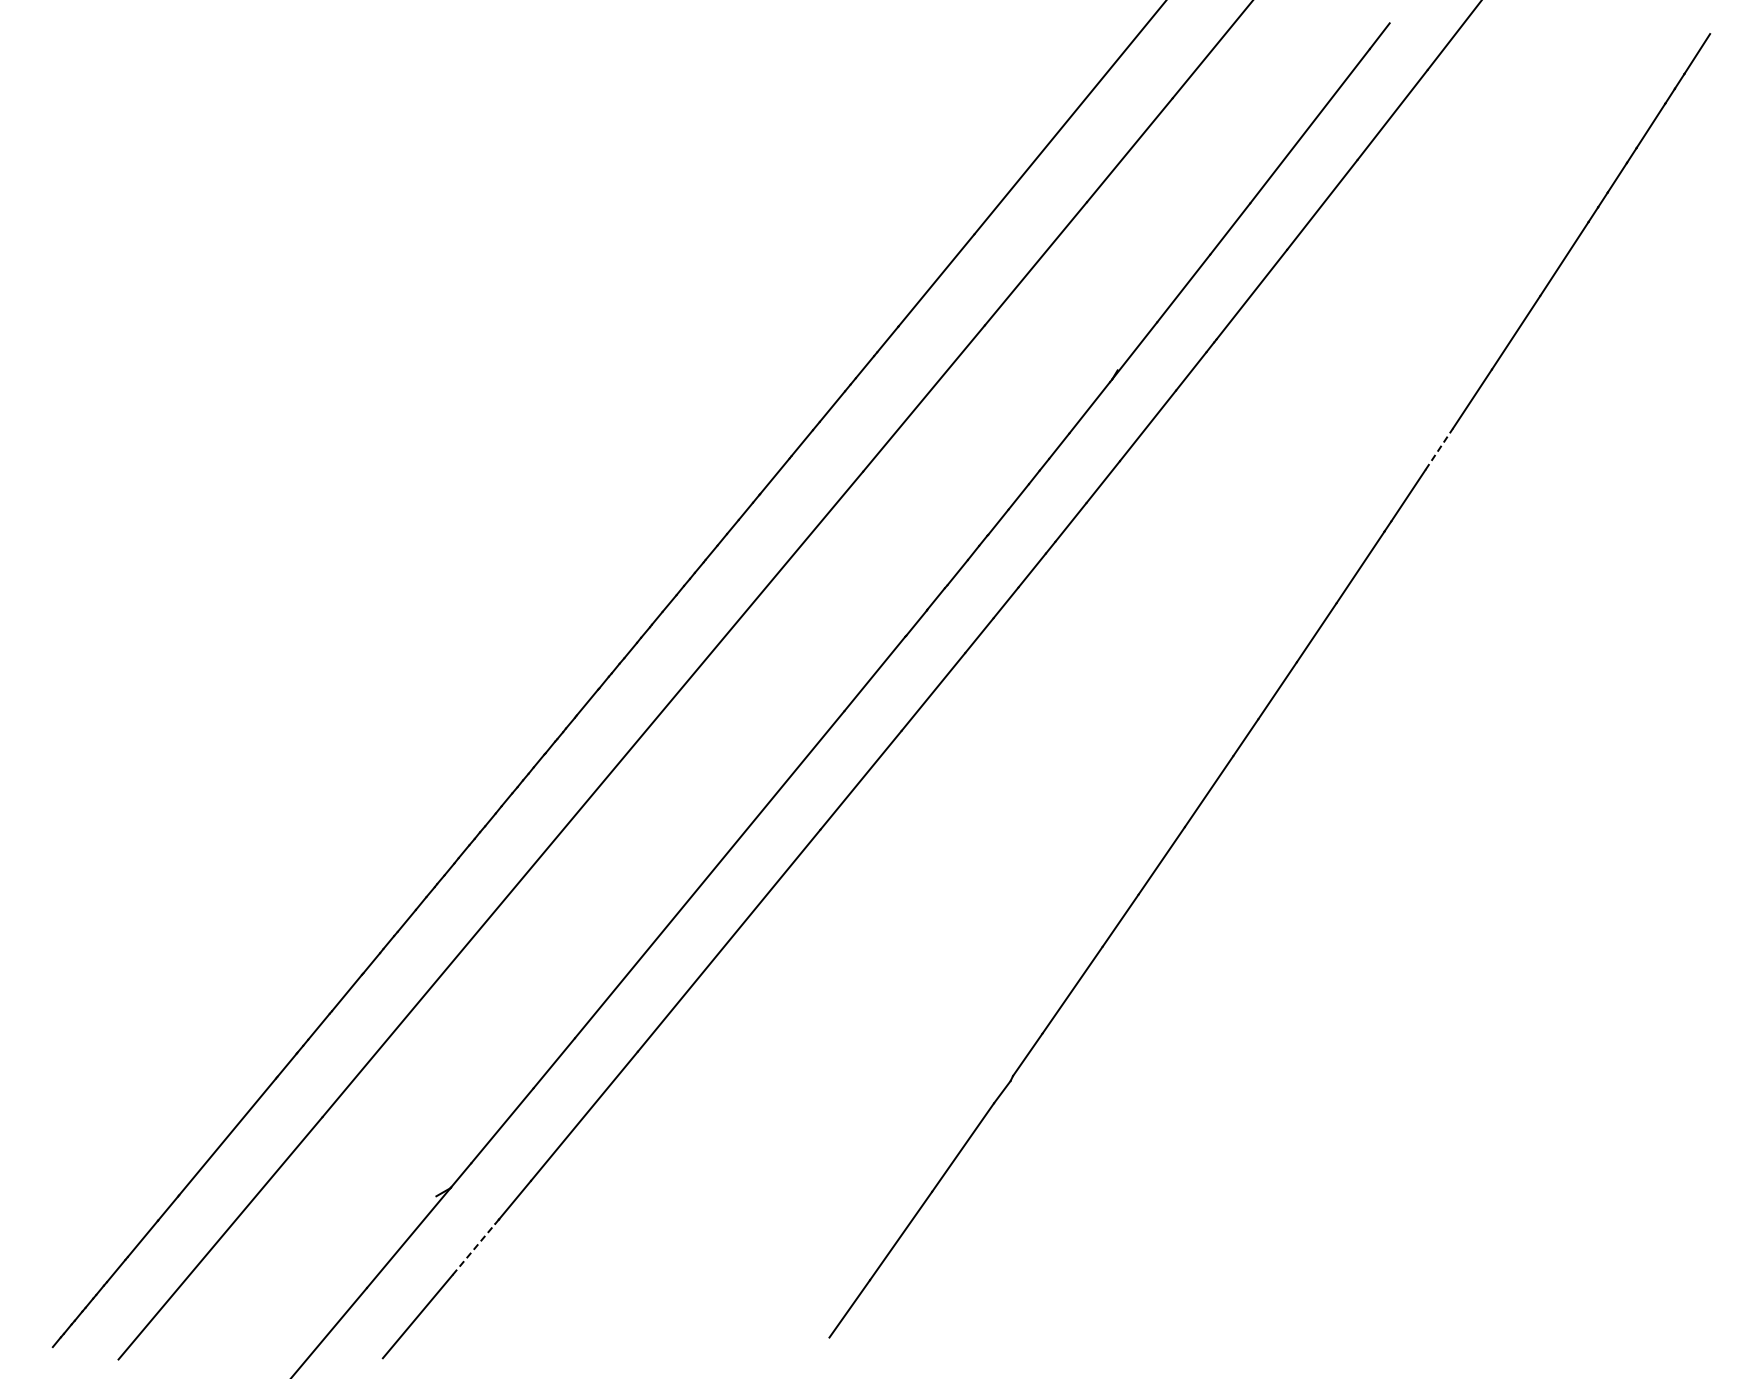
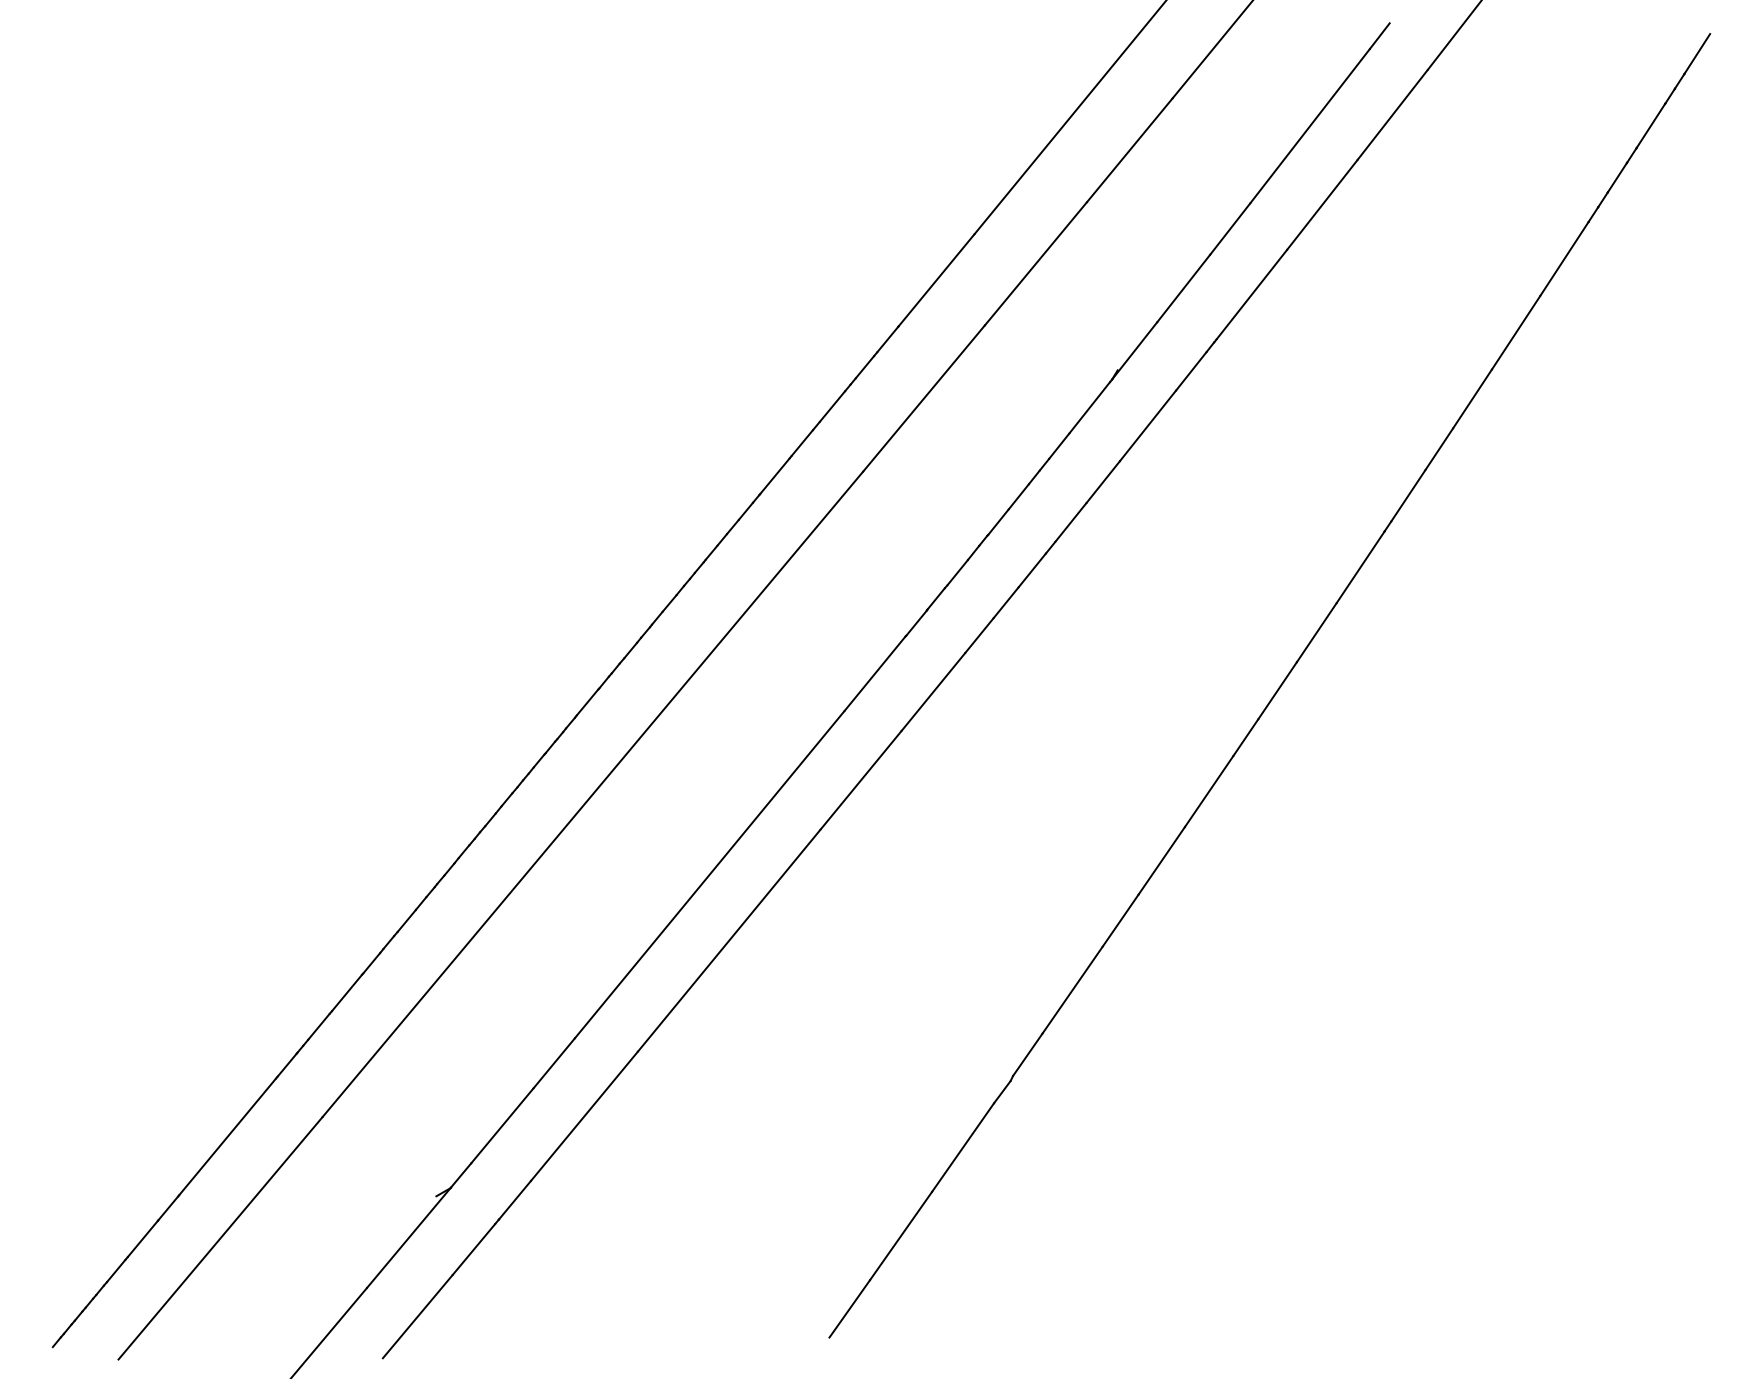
line at (1439, 448): dashed -> solid
line at (474, 1249): dashed -> solid
